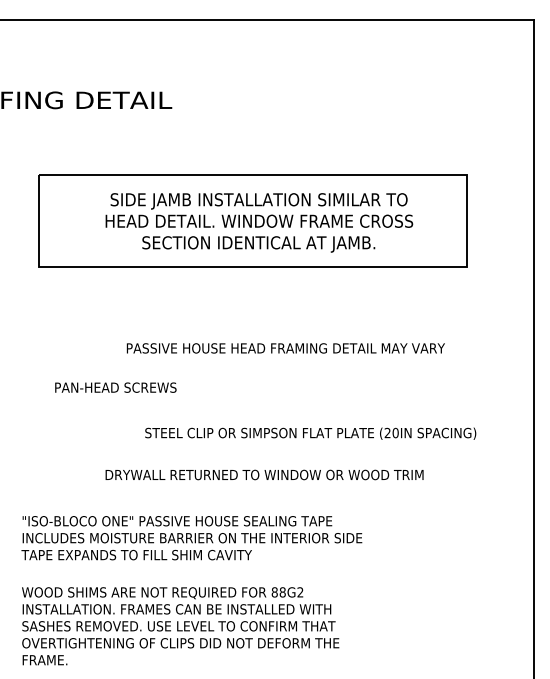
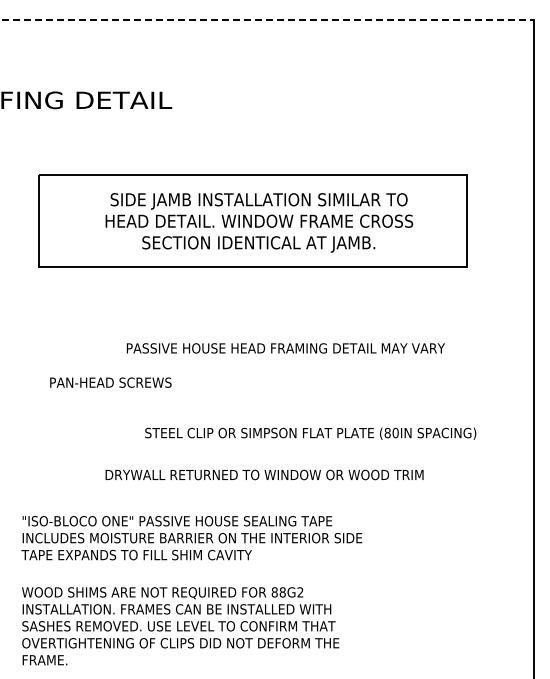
line at (267, 20): solid -> dashed
text at (115, 387) position: (115, 387) -> (110, 382)
text at (387, 433): (20IN -> (80IN
